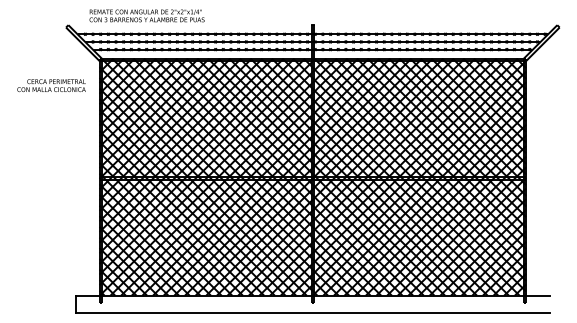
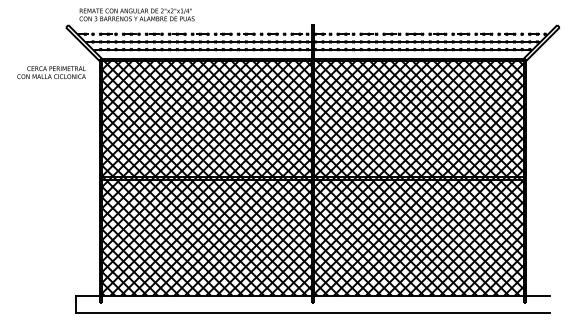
text at (146, 15) position: (146, 15) -> (136, 14)
line at (313, 34): solid -> dashed
text at (51, 85) position: (51, 85) -> (51, 72)
